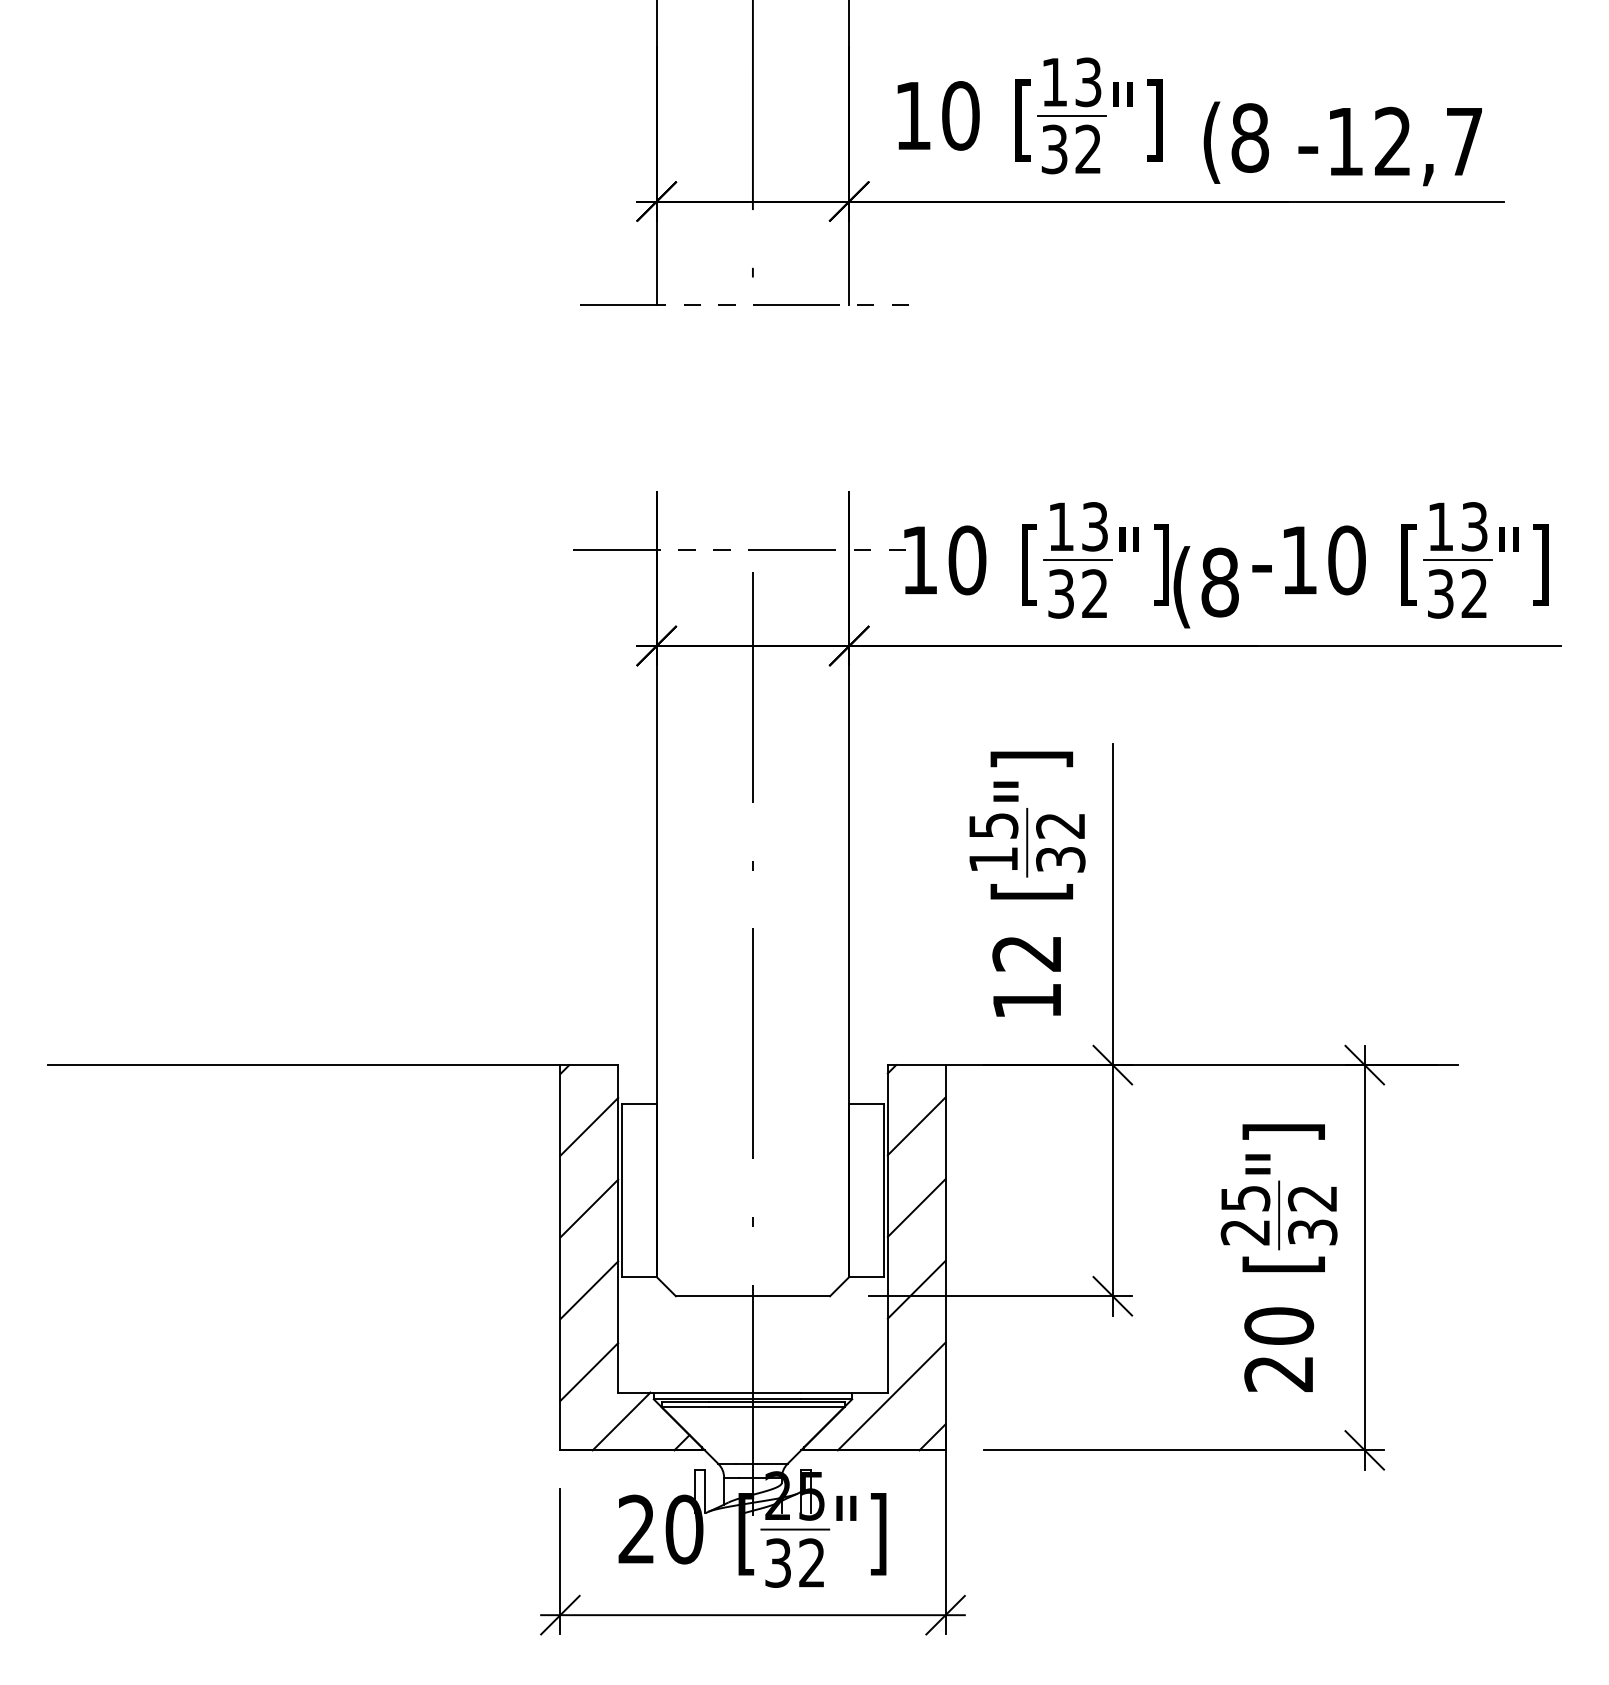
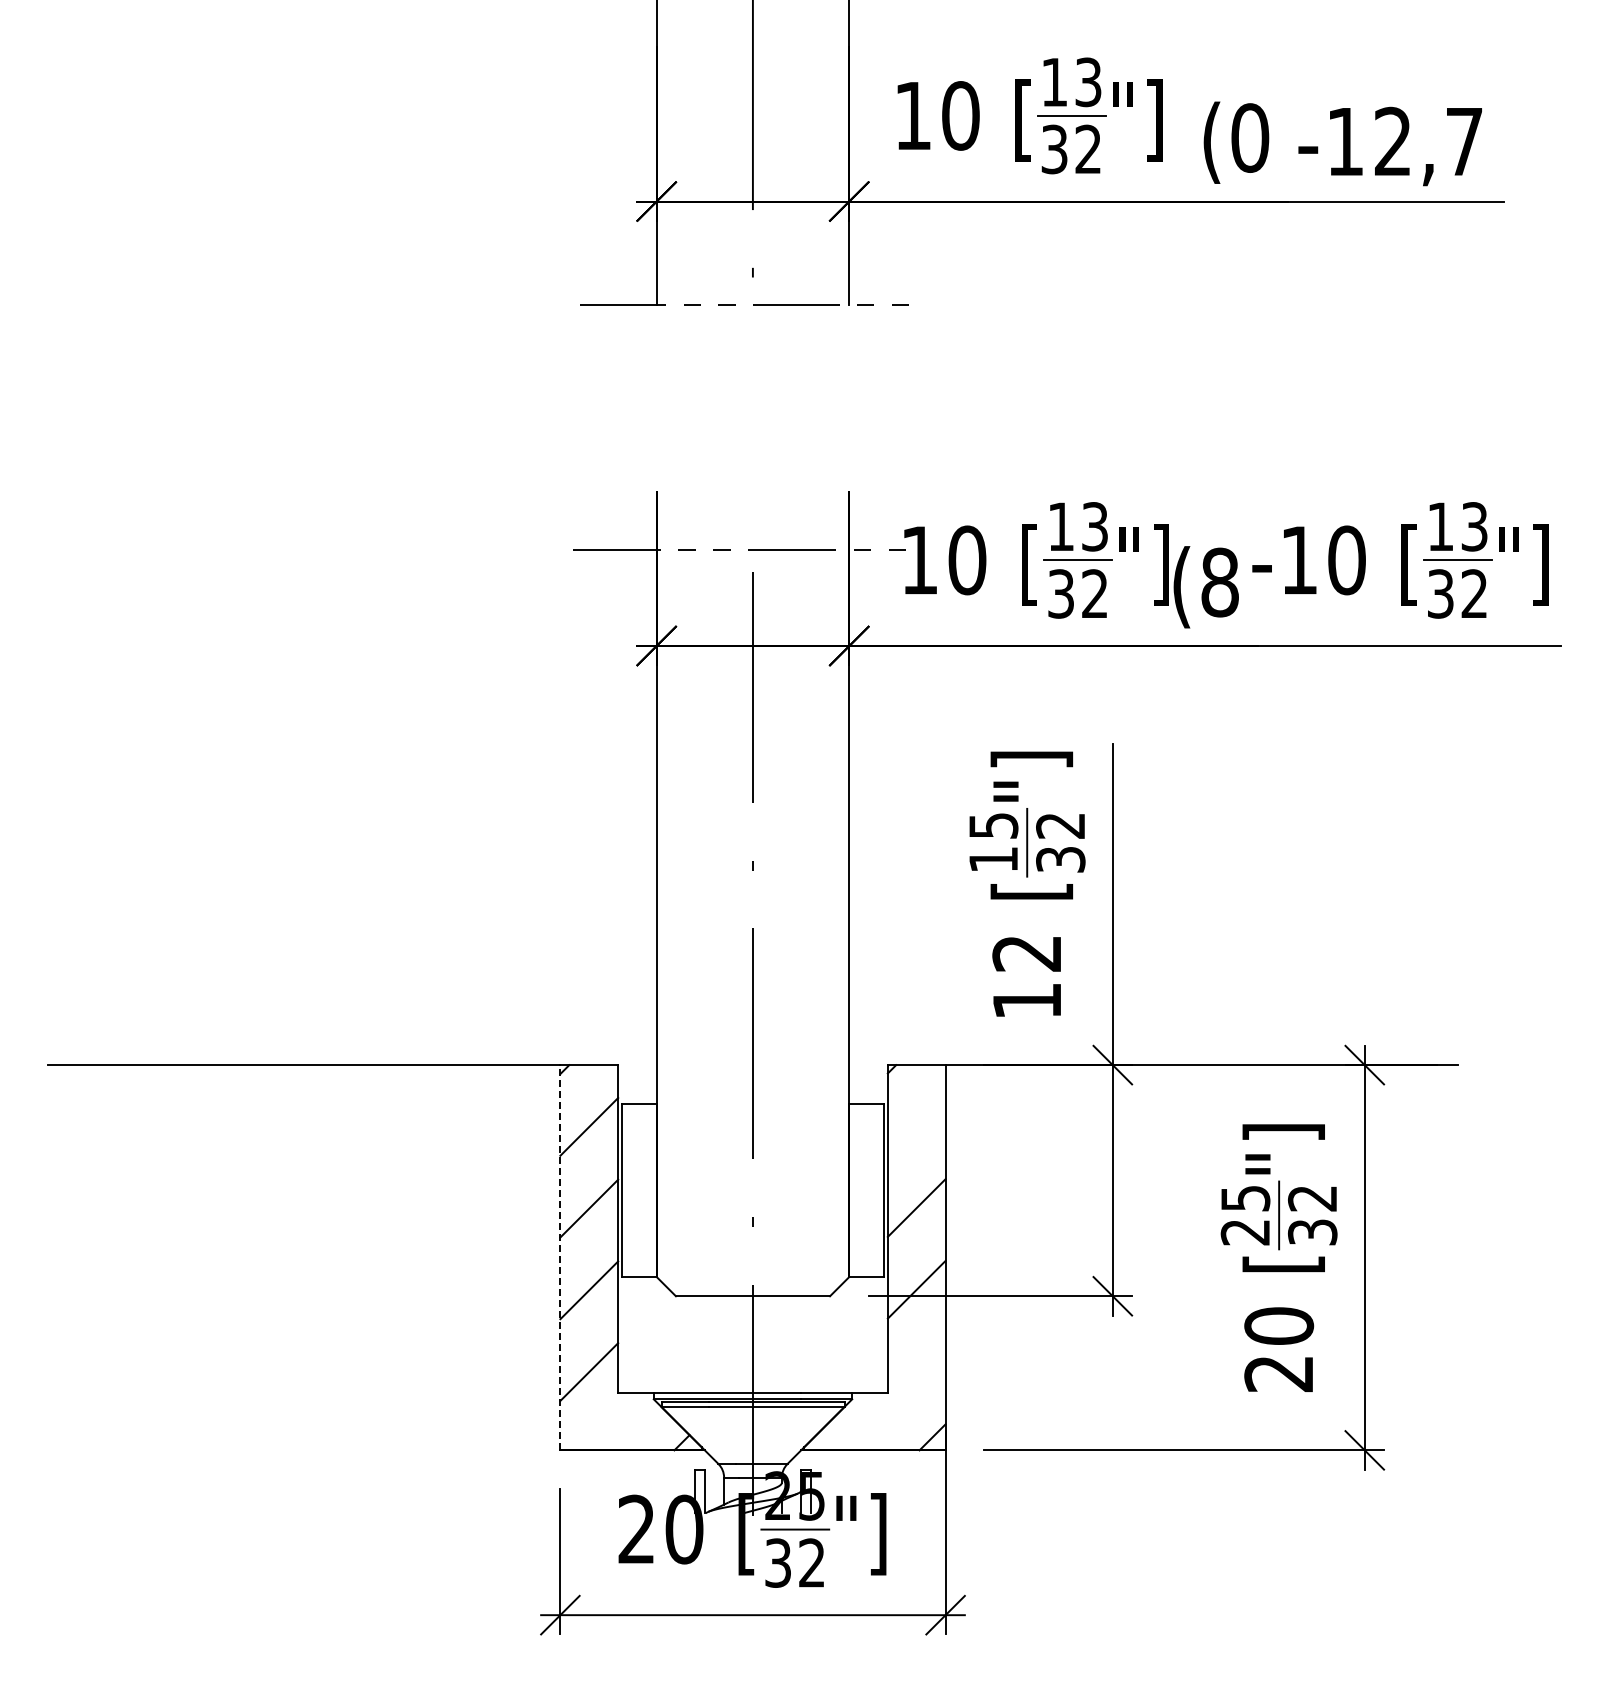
text at (1250, 137): (8 -> (0
line at (916, 1126): present -> none
line at (560, 1257): solid -> dashed
line at (891, 1396): present -> none
line at (621, 1421): present -> none
